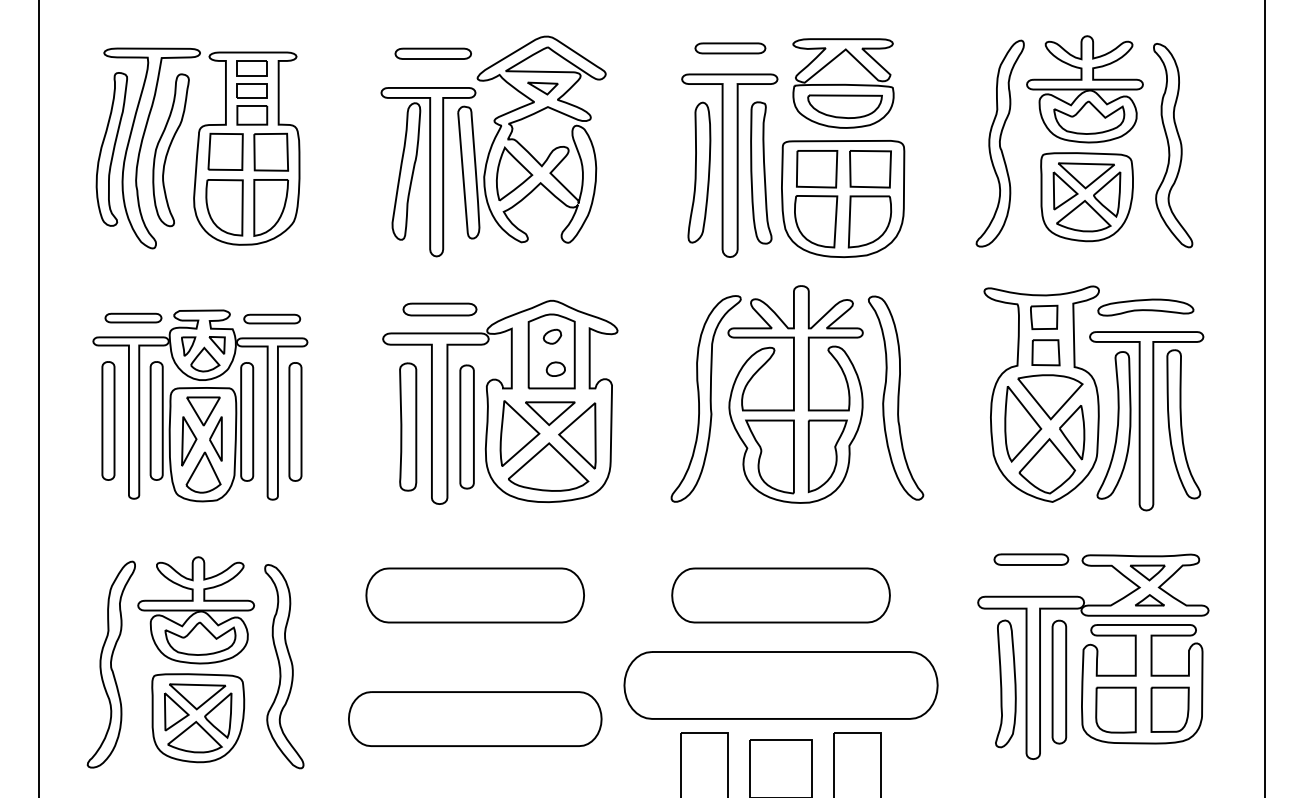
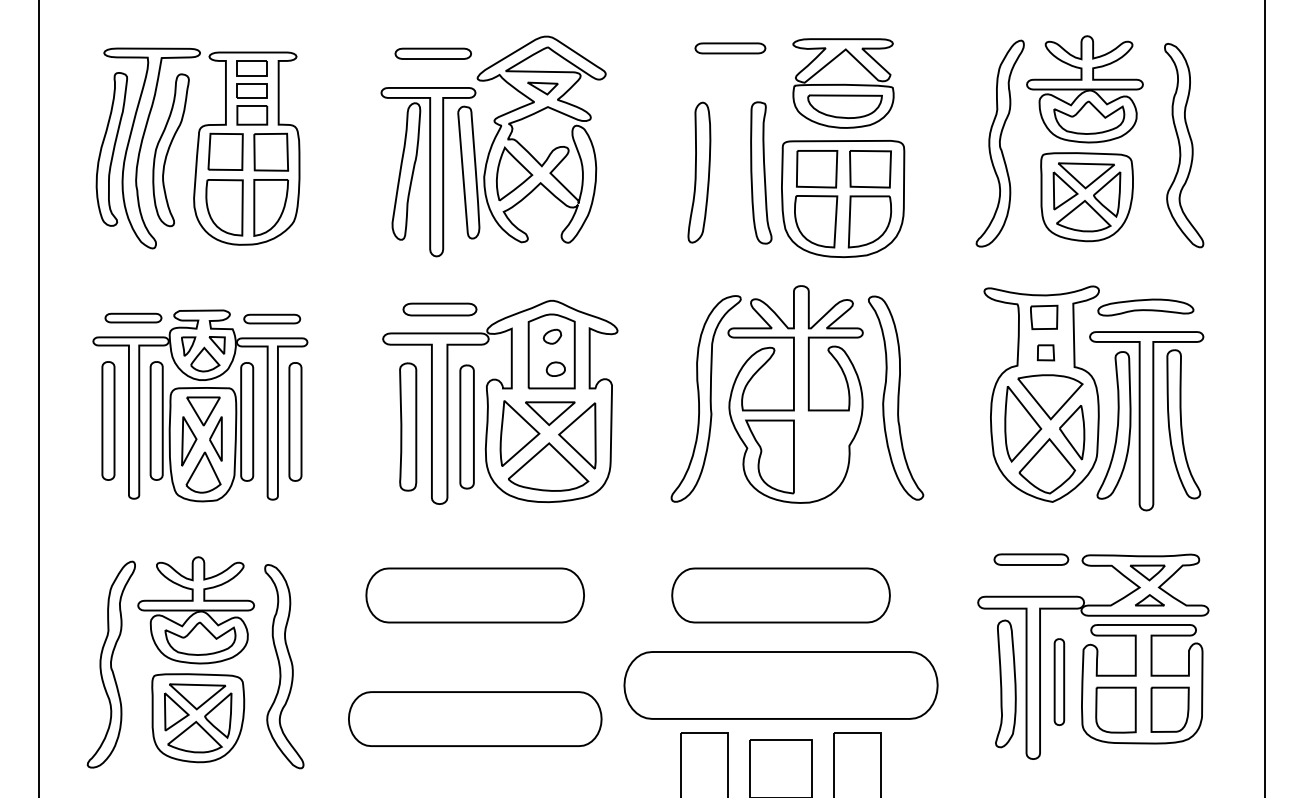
part at (1173, 145) position: (1173, 145) -> (1184, 145)
part at (729, 165): present -> none
part at (1045, 352) size: 30x28 px -> 20x18 px
part at (827, 456): present -> none
part at (1059, 681) size: 17x126 px -> 13x89 px
